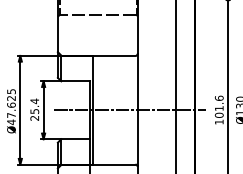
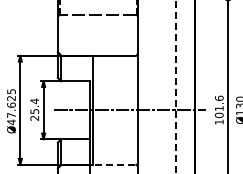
line at (176, 87): solid -> dashed
line at (113, 164): solid -> dashed
